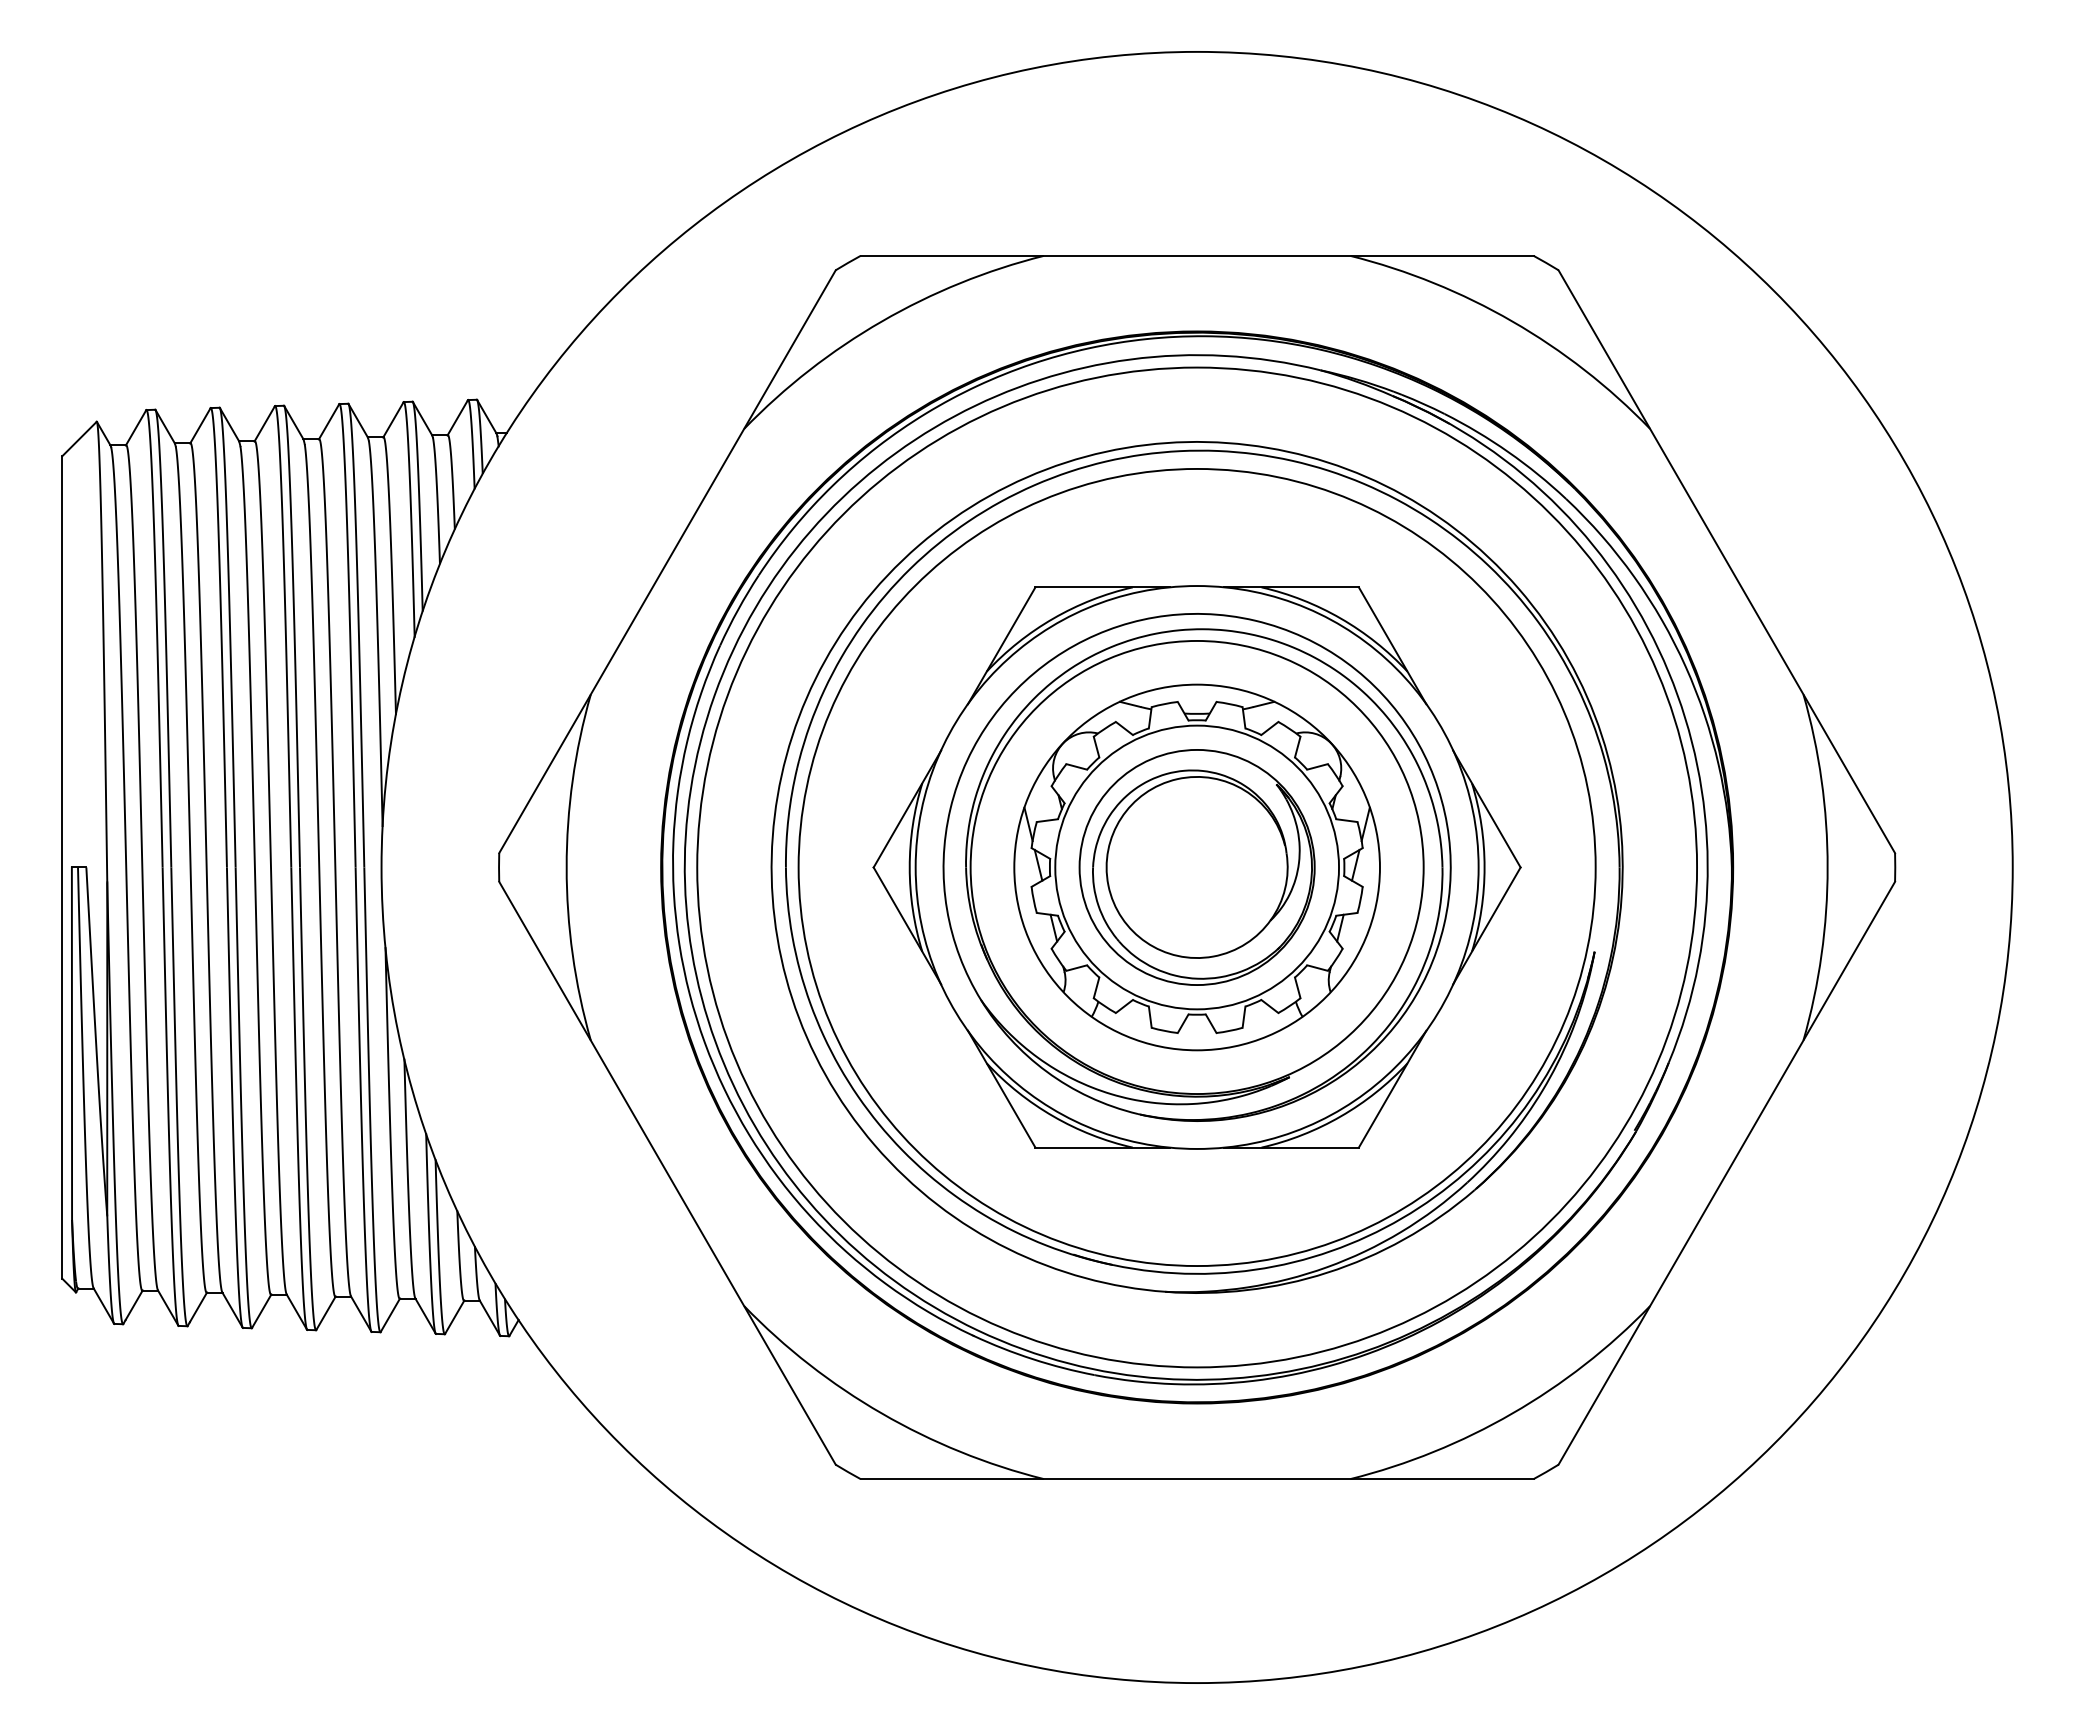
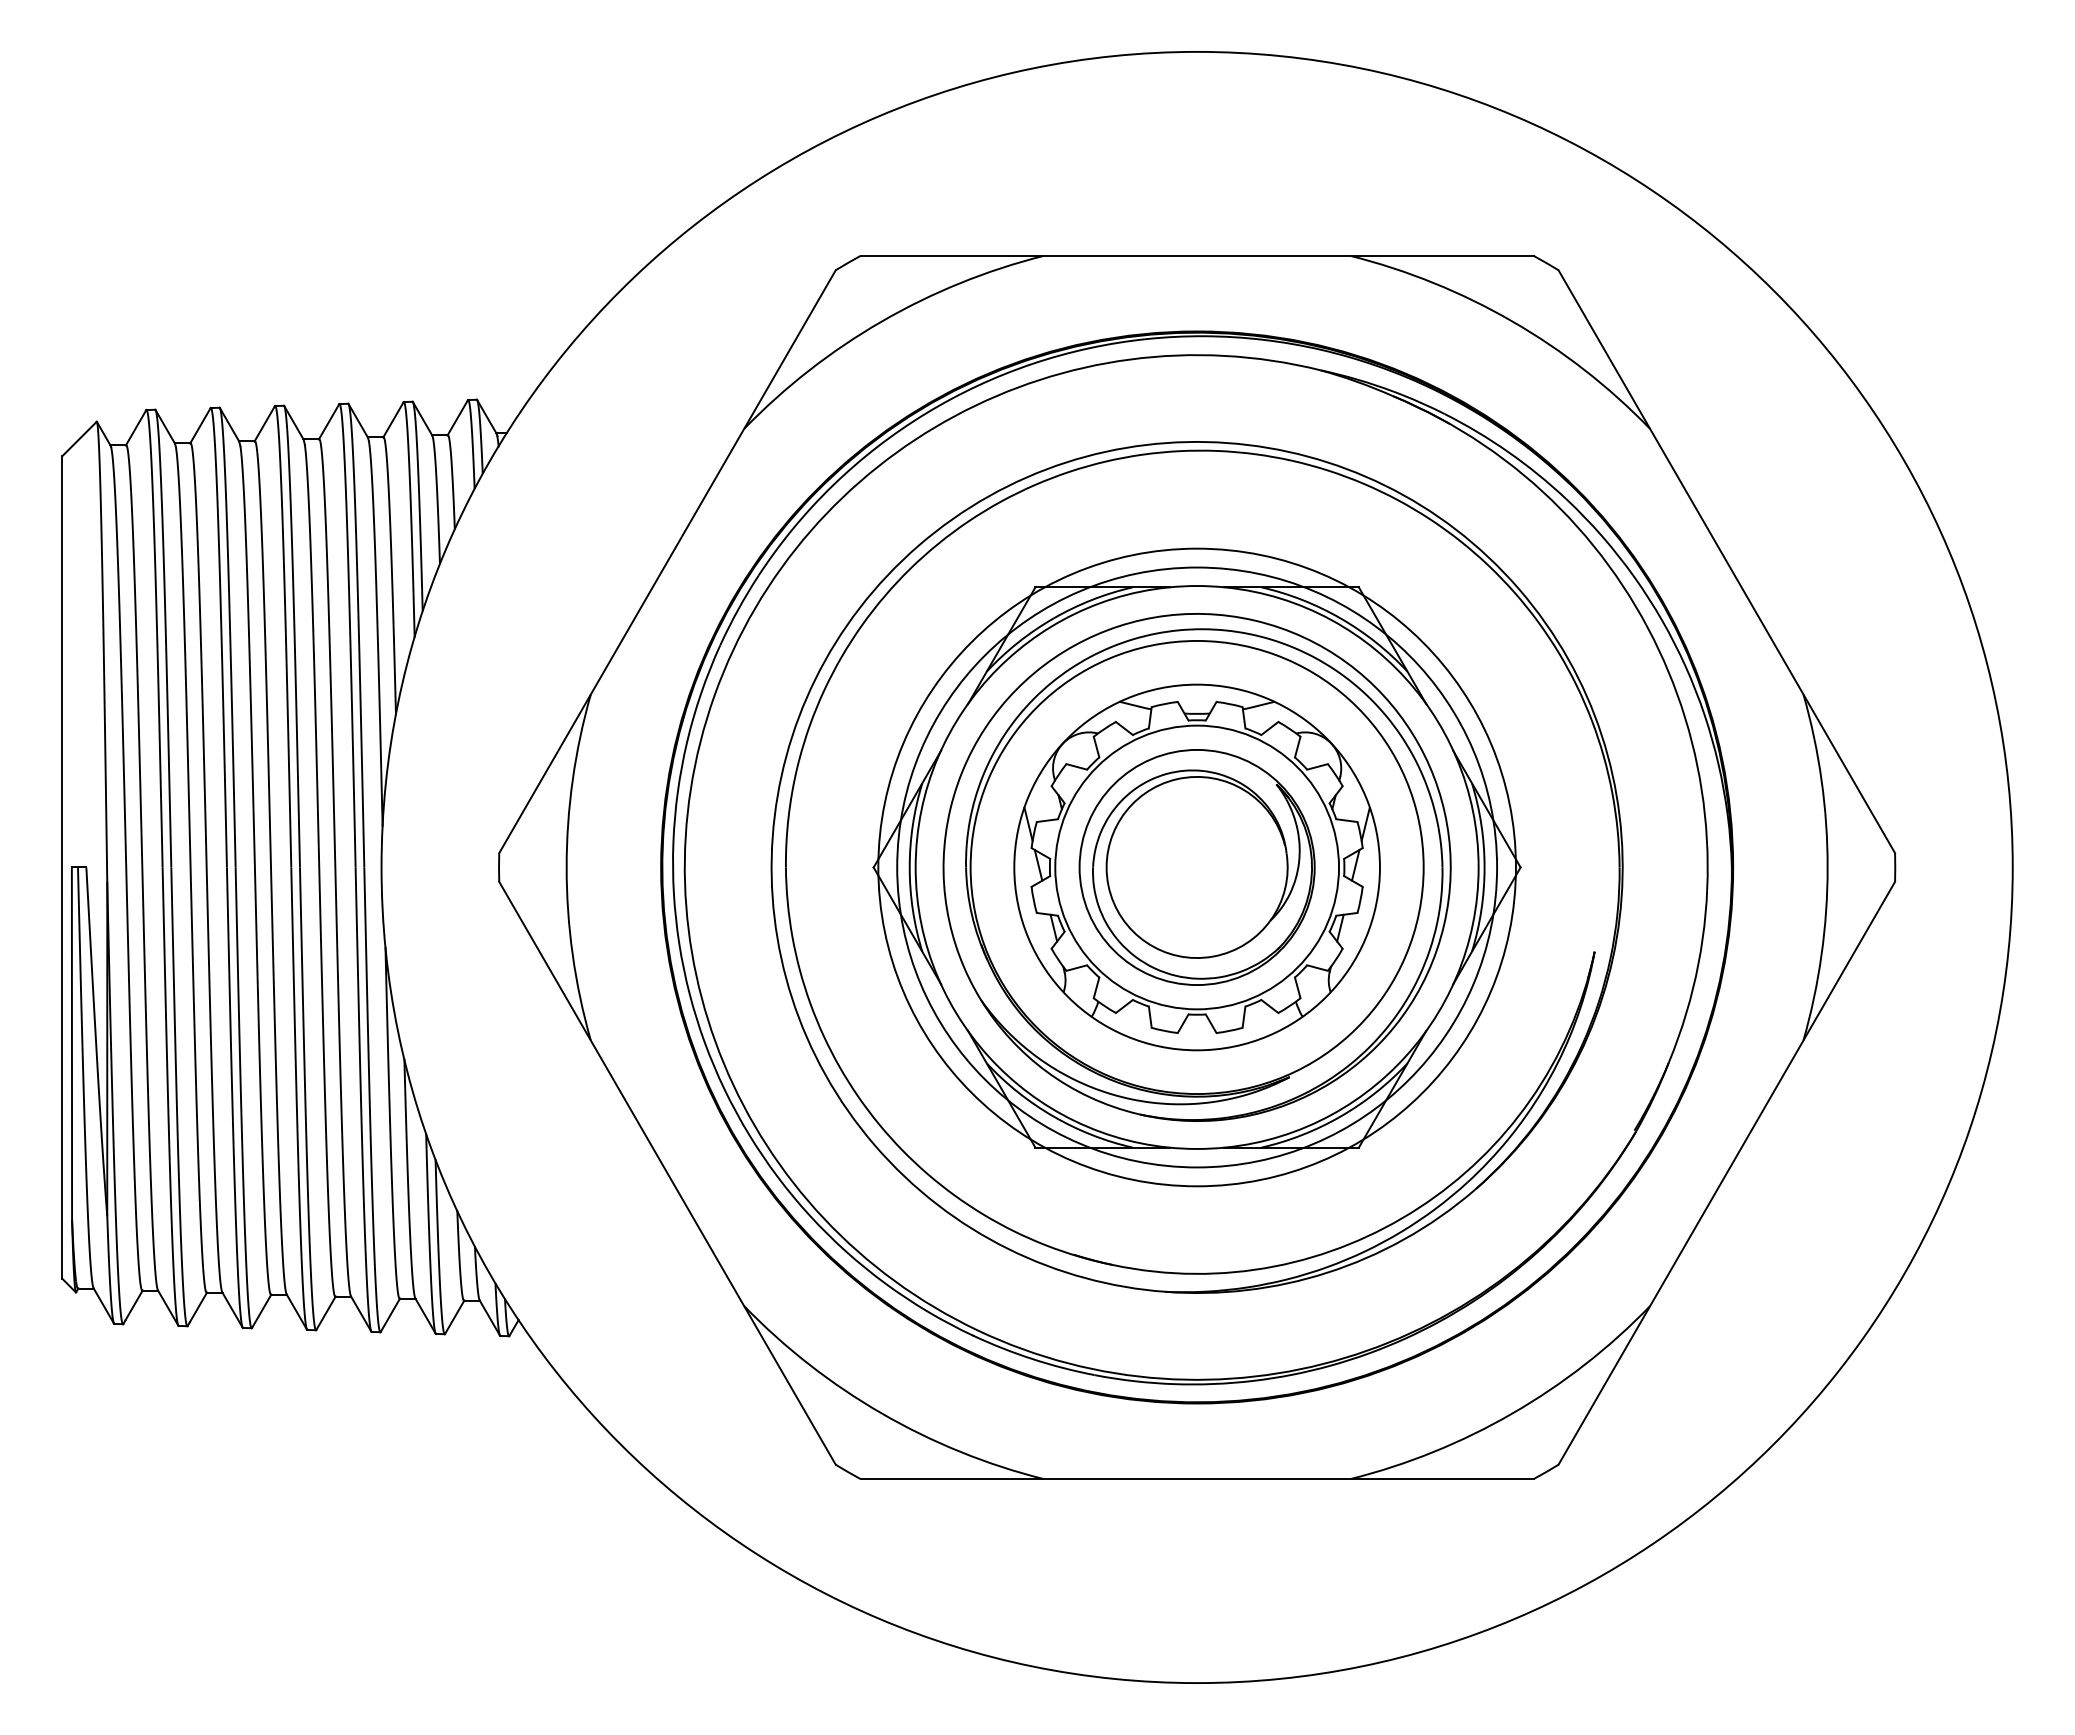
circle at (1196, 867) diameter: 797 px -> 638 px
circle at (1197, 867) diameter: 1000 px -> 600 px
